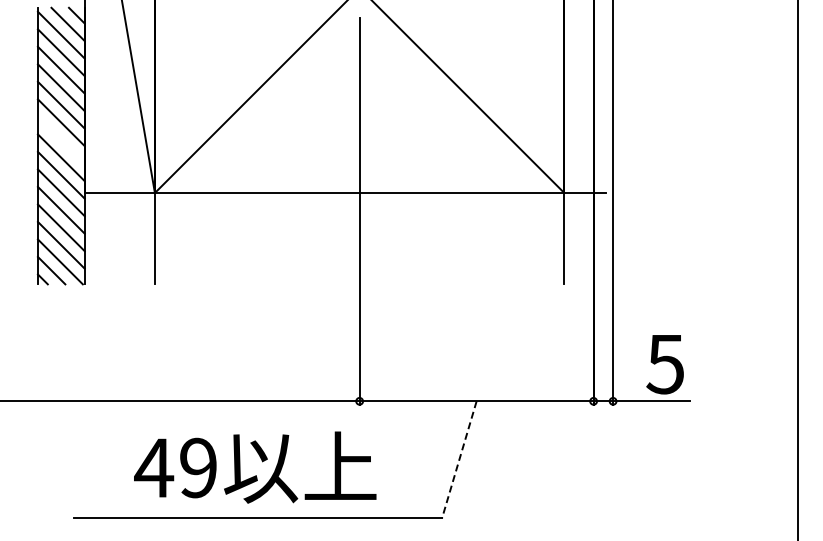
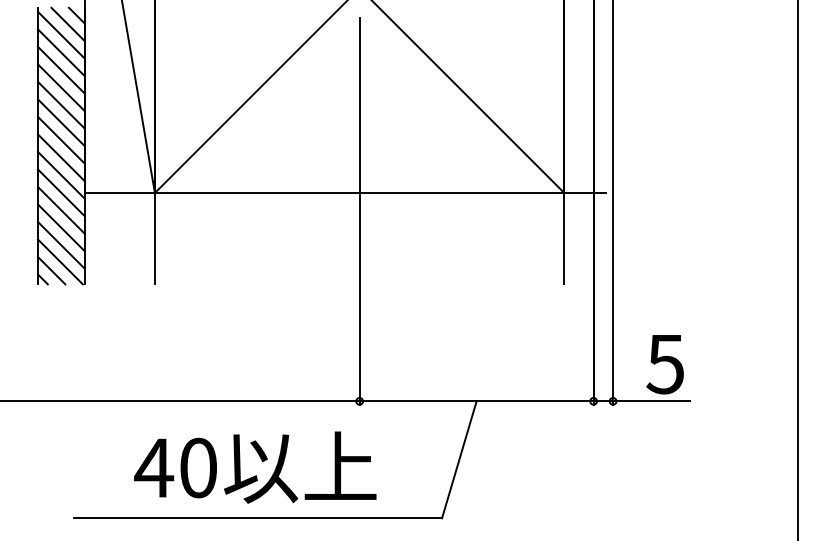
line at (60, 139): none -> present
line at (459, 459): dashed -> solid
text at (198, 467): 49 -> 40
